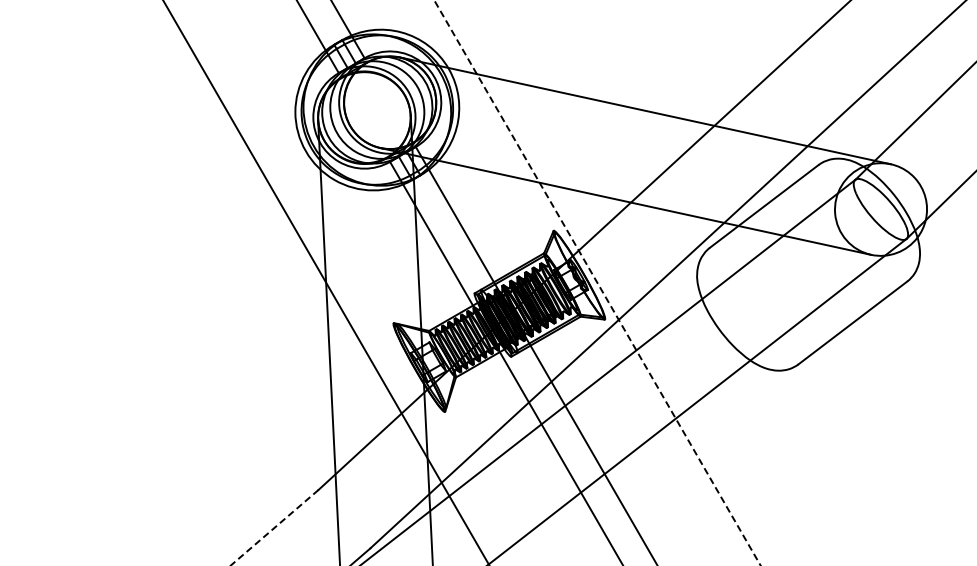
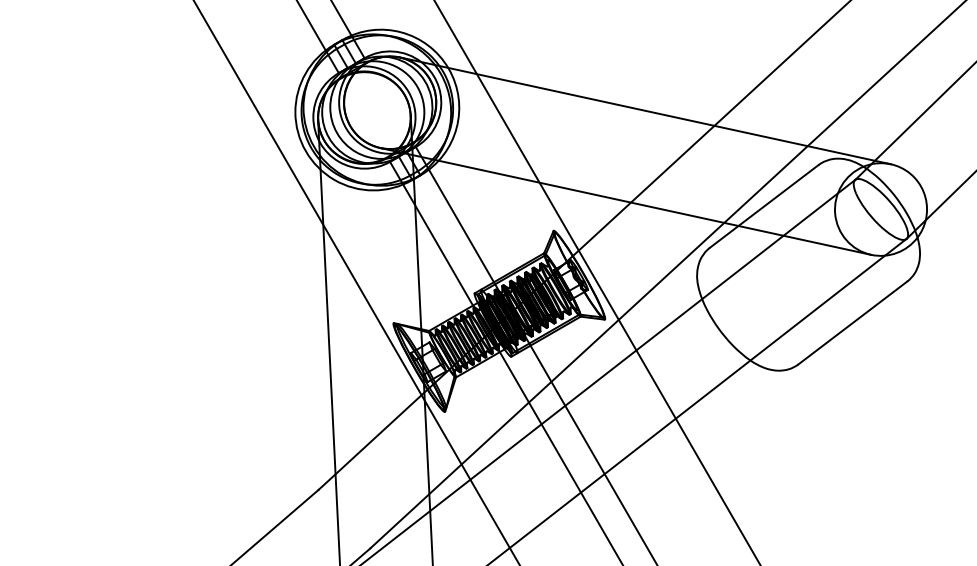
line at (325, 282) position: (325, 282) -> (356, 282)
line at (597, 282): dashed -> solid
line at (274, 527): dashed -> solid
